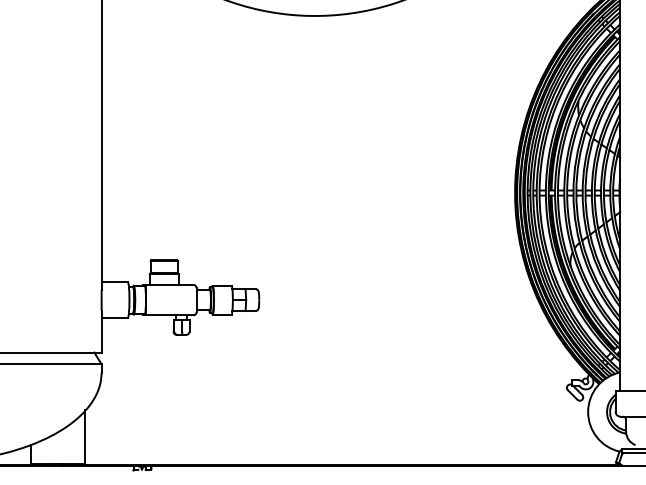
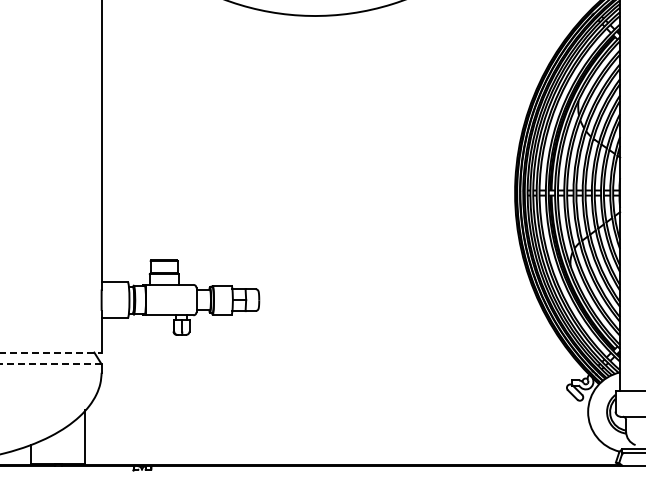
line at (51, 352): solid -> dashed
line at (50, 364): solid -> dashed
